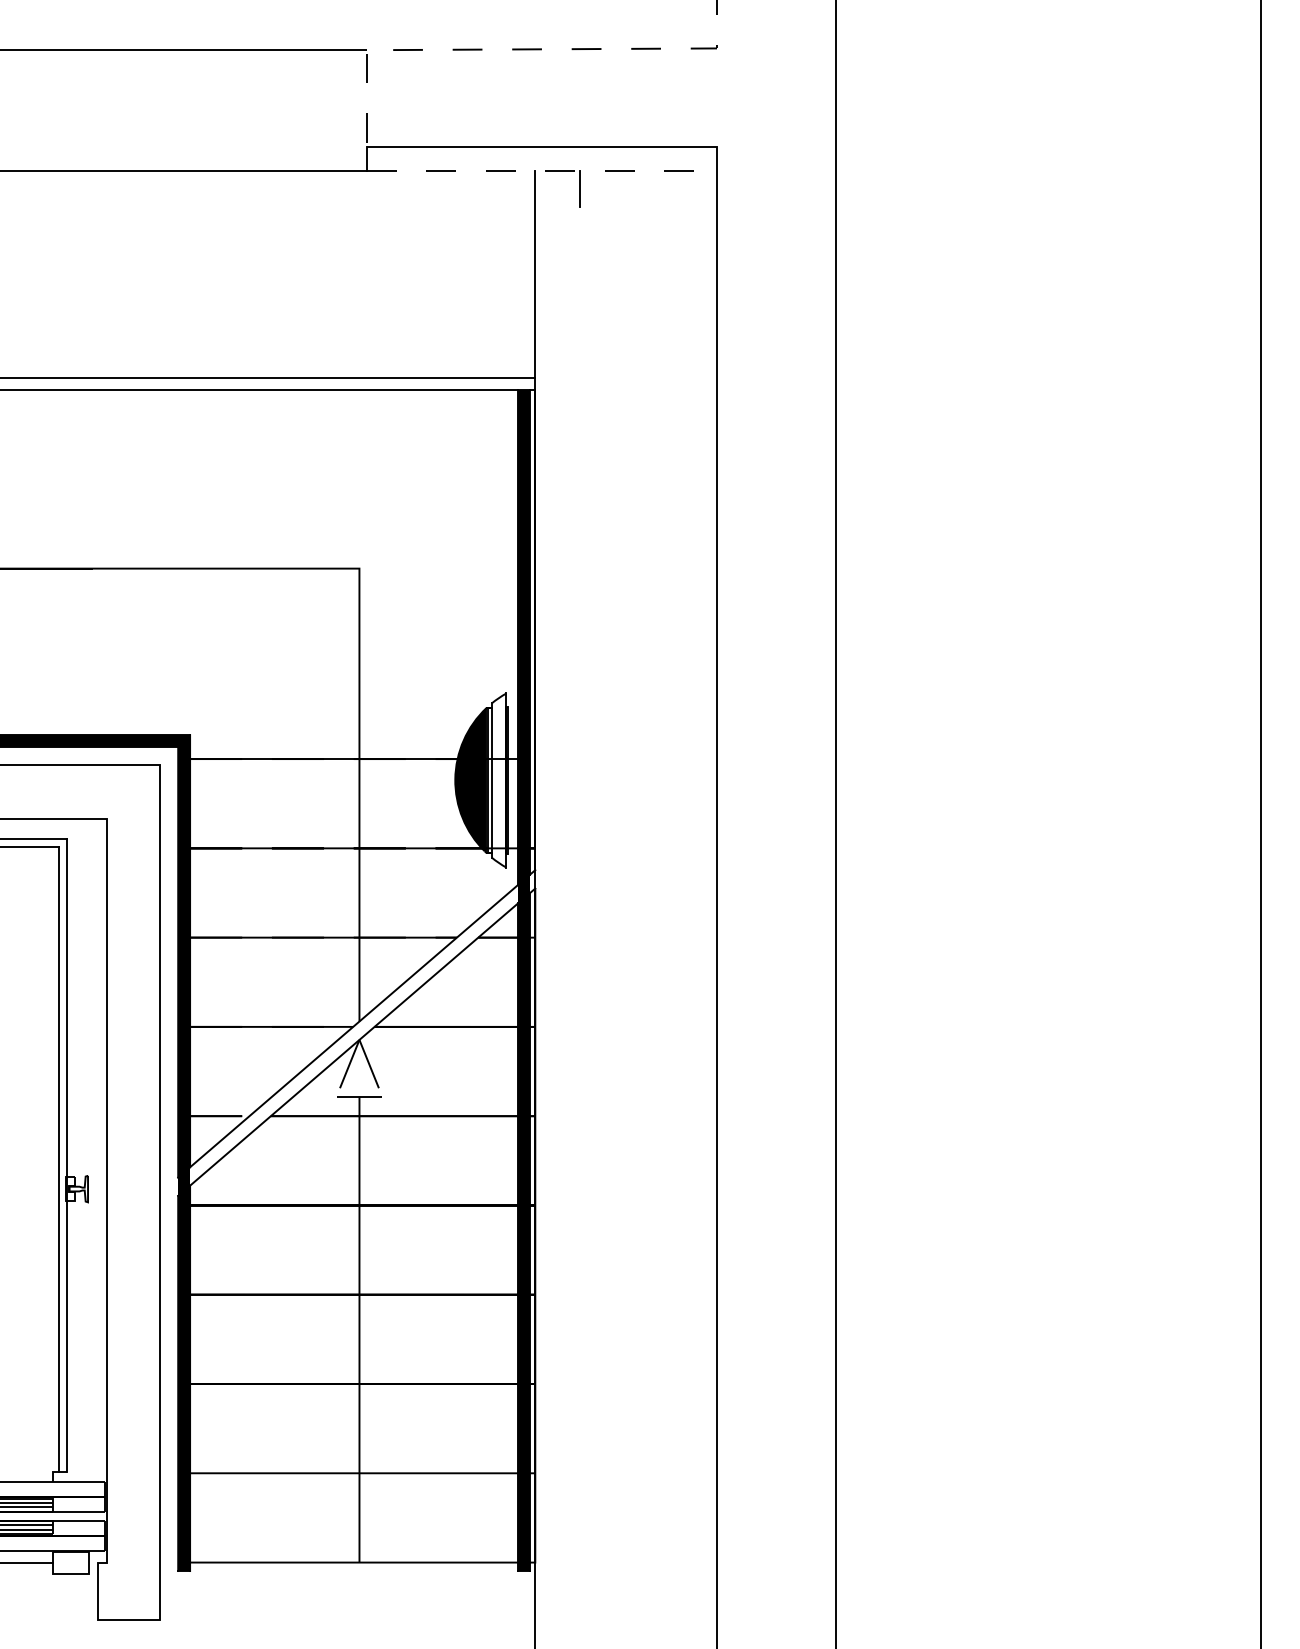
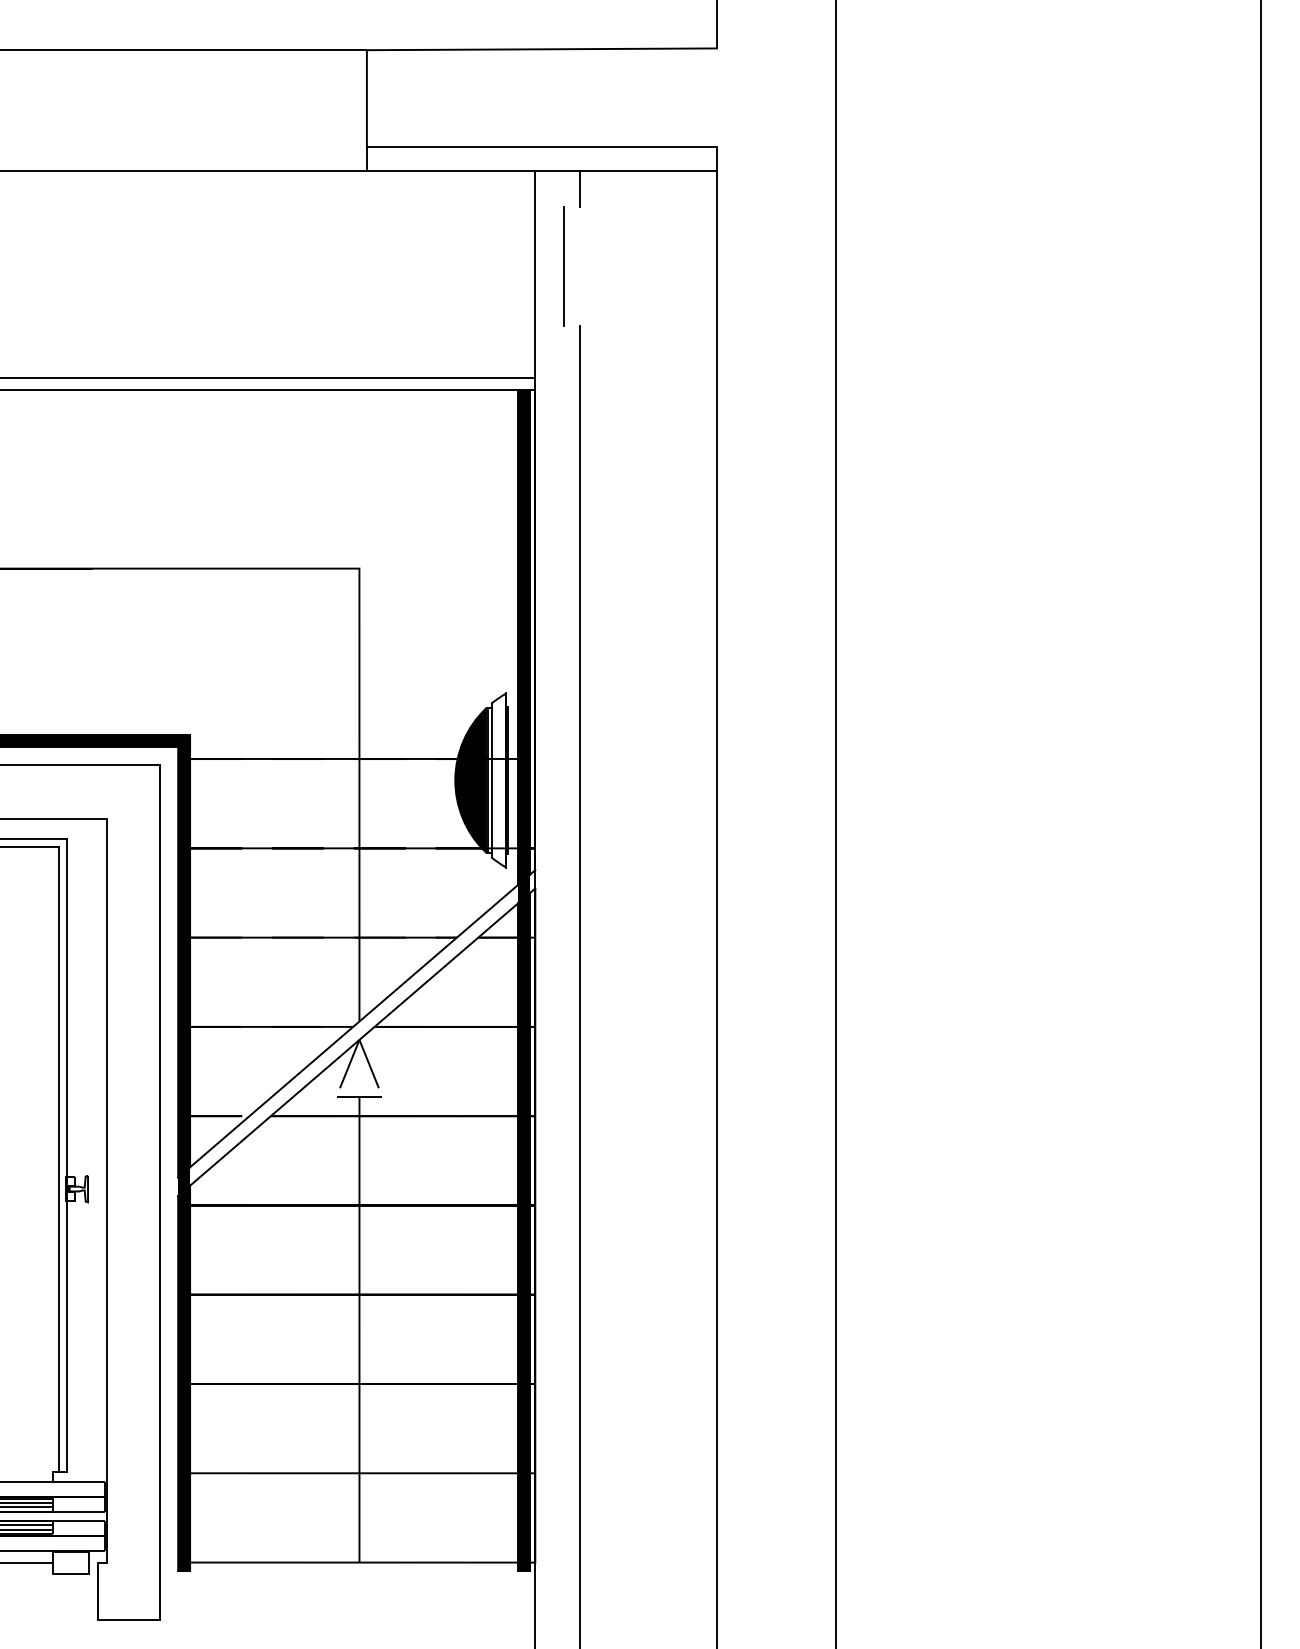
line at (517, 49): dashed -> solid
line at (542, 170): dashed -> solid
line at (563, 266): none -> present
line at (579, 985): none -> present
